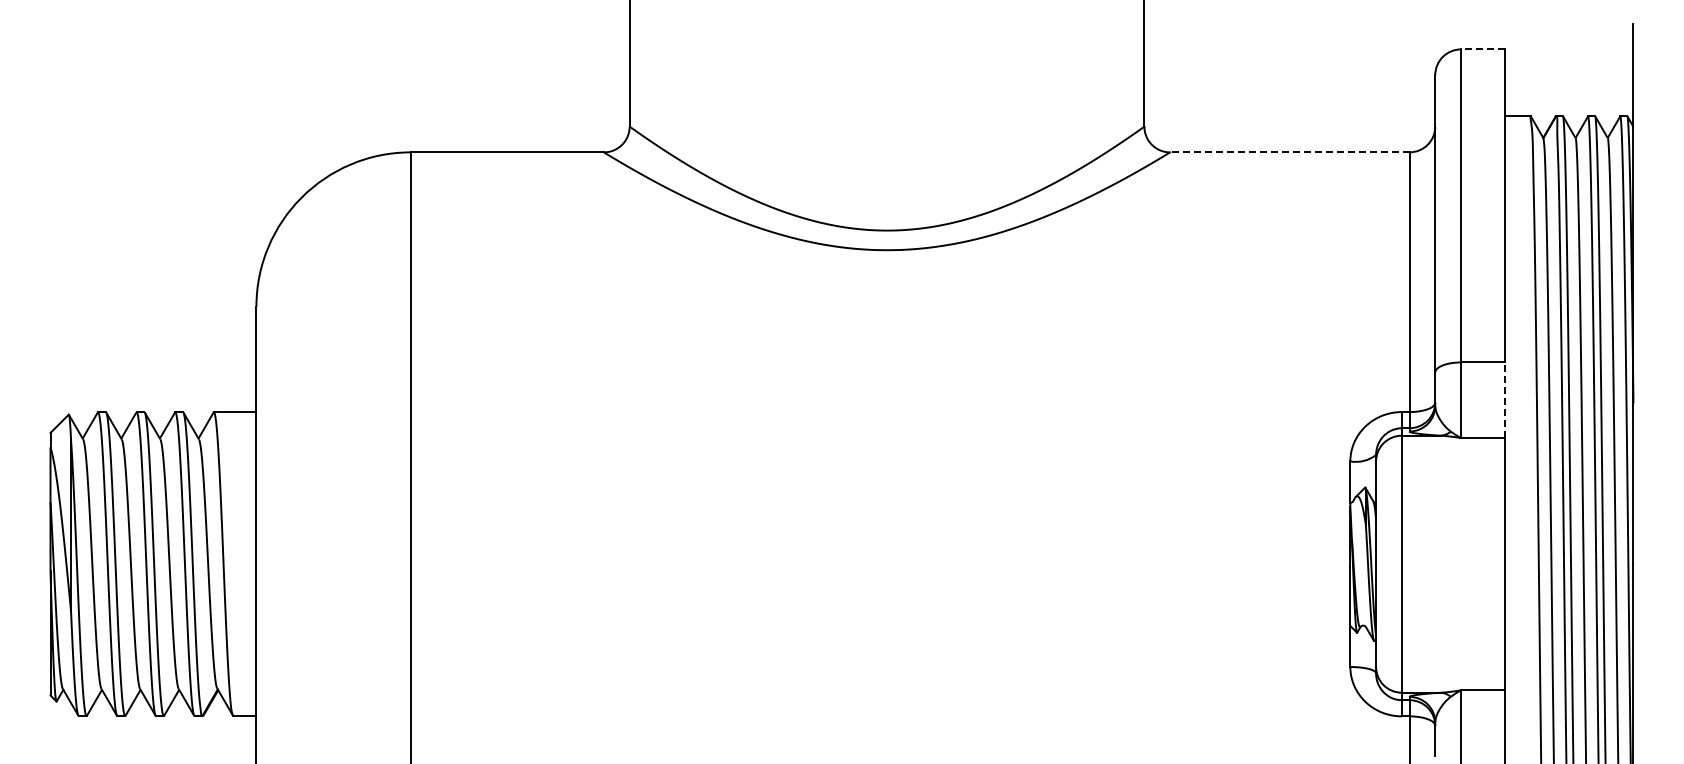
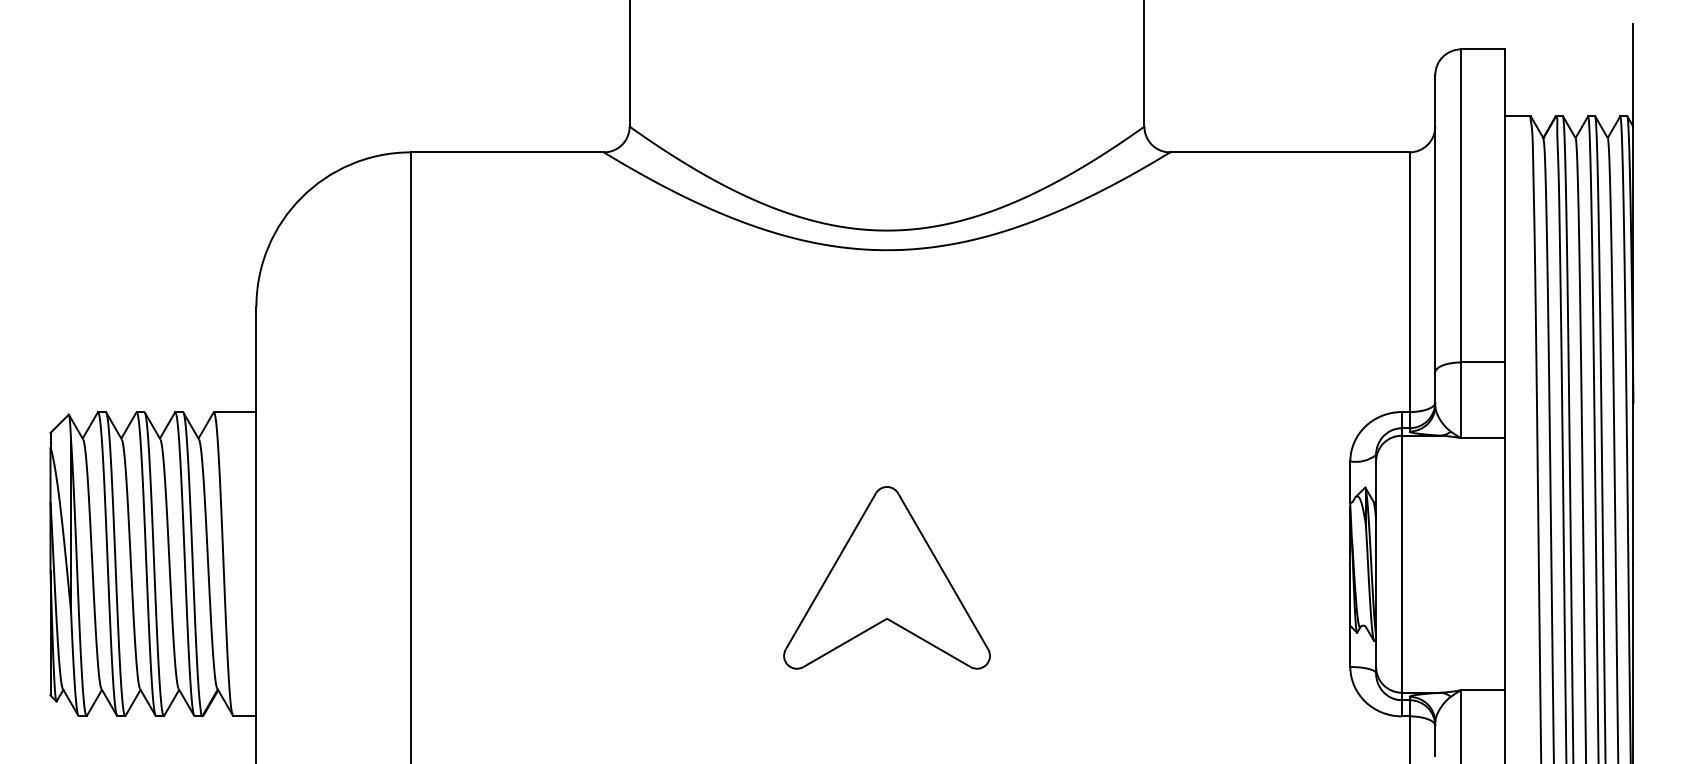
line at (1482, 49): dashed -> solid
line at (1289, 152): dashed -> solid
line at (1504, 400): dashed -> solid
part at (886, 577): none -> present
